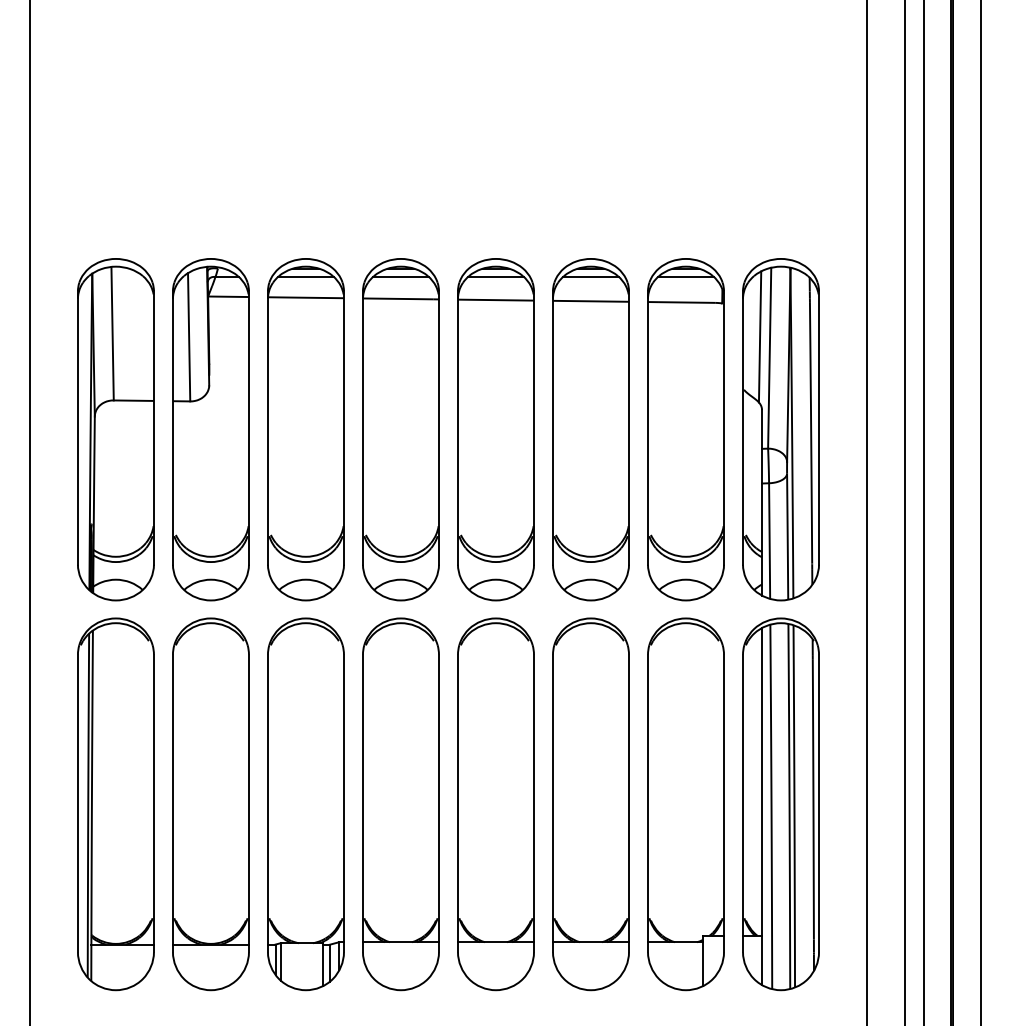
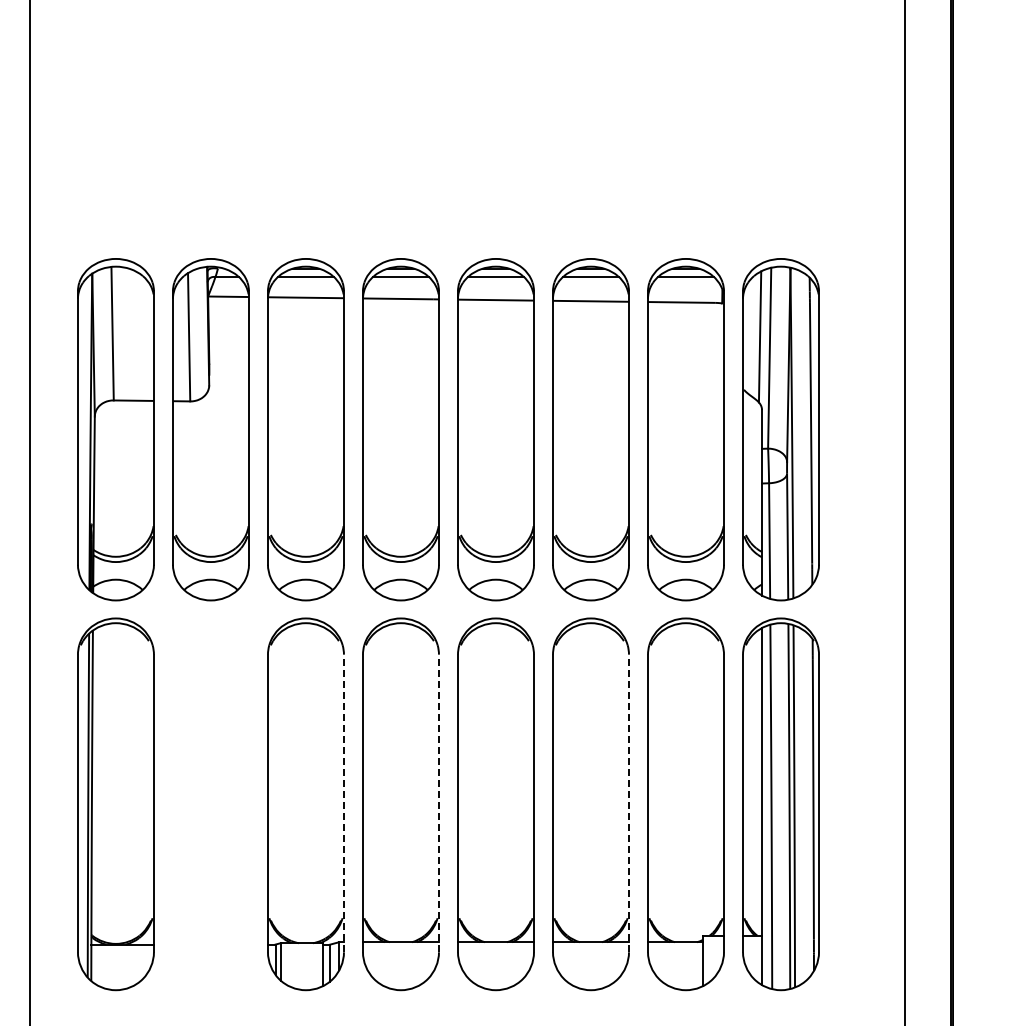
line at (866, 512): present -> none
line at (923, 512): present -> none
line at (980, 512): present -> none
line at (343, 803): solid -> dashed
line at (438, 803): solid -> dashed
line at (629, 803): solid -> dashed
part at (210, 804): present -> none
